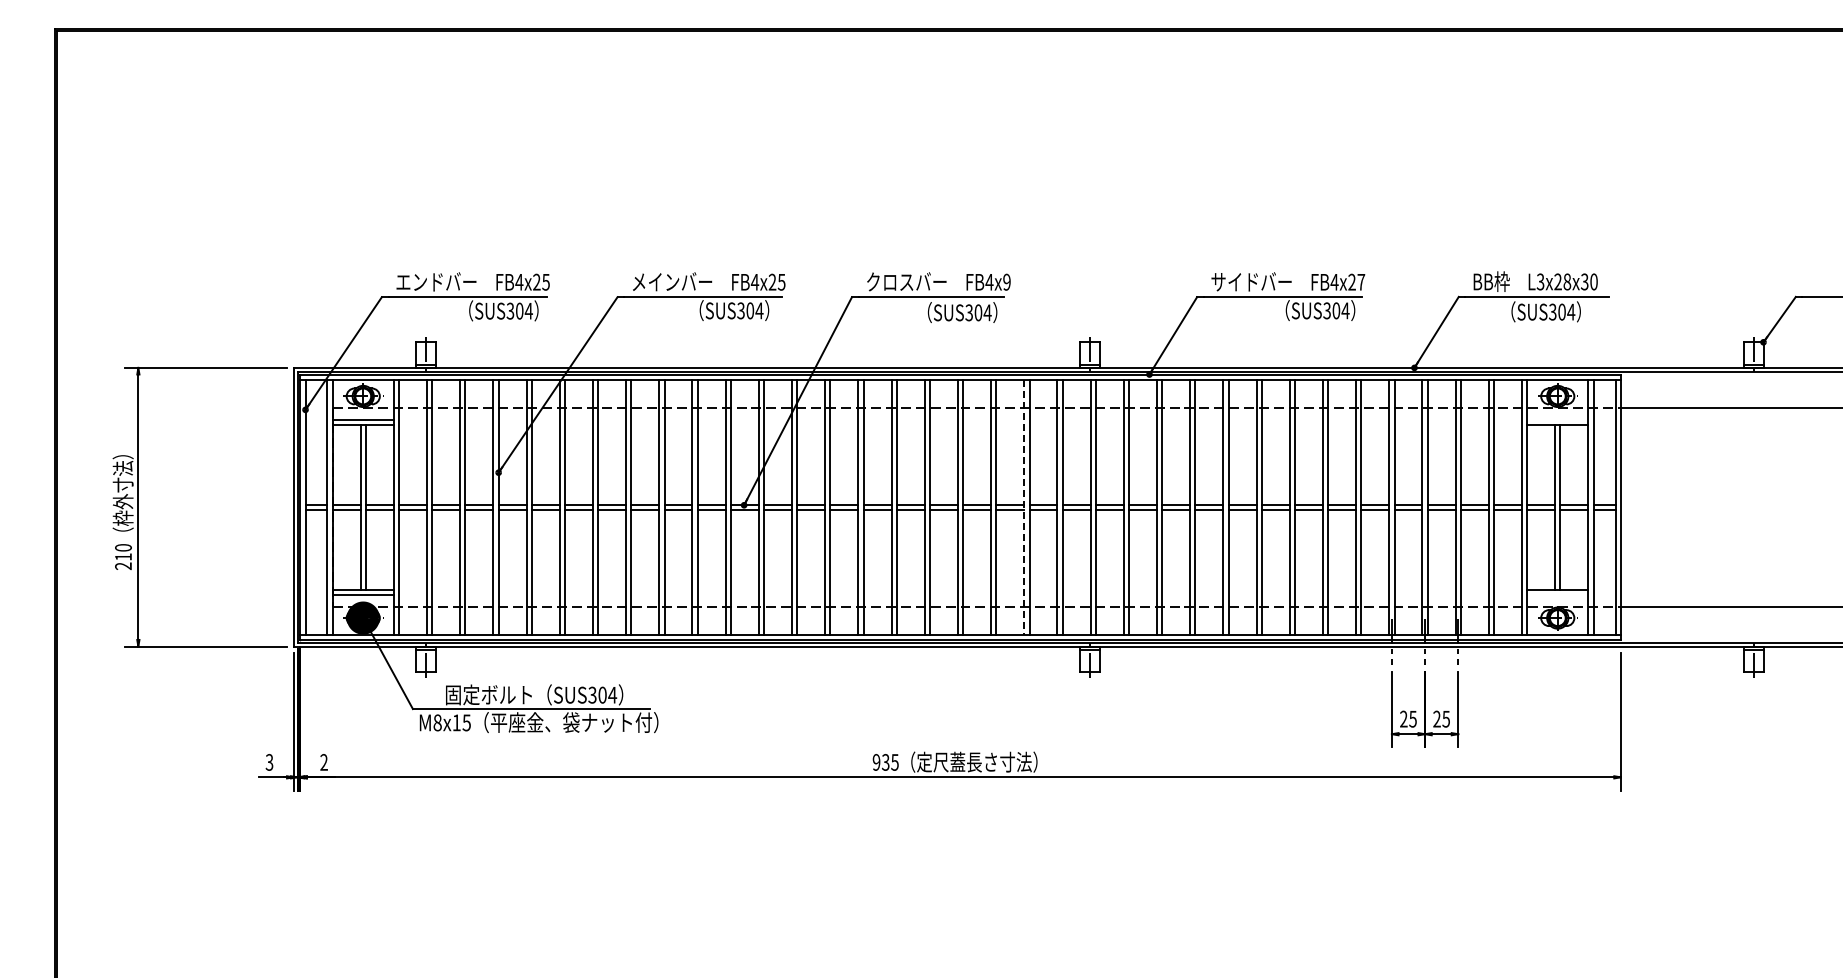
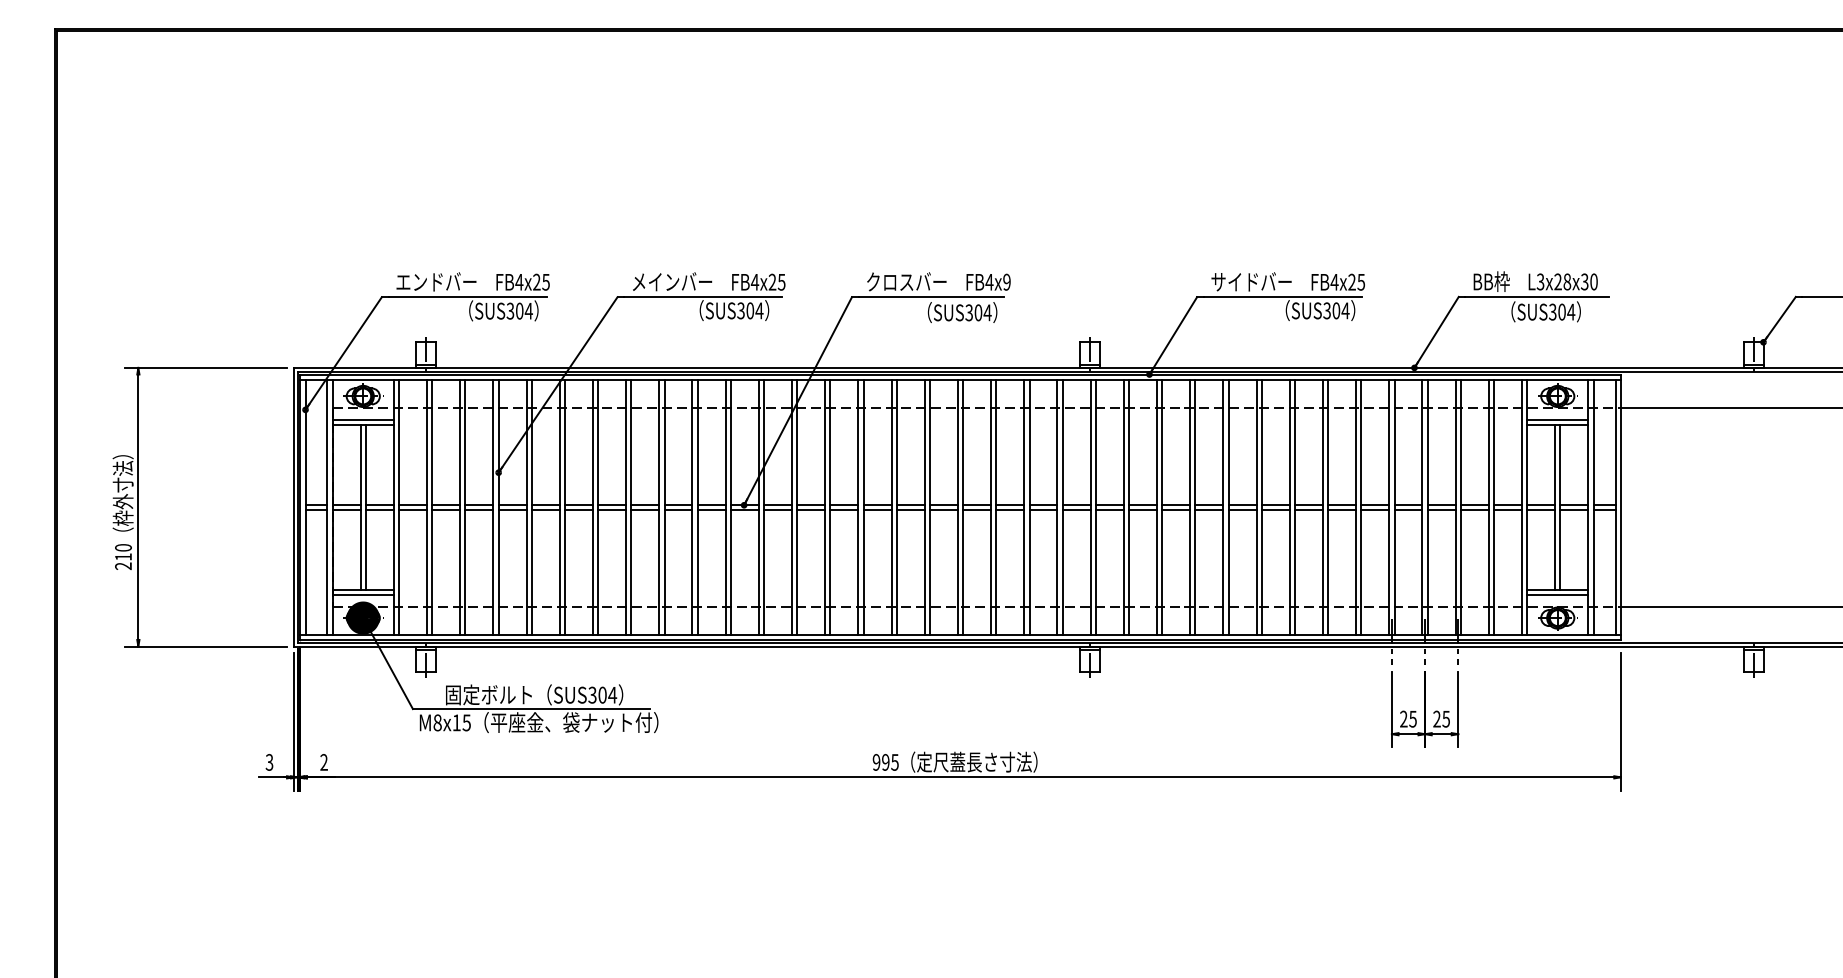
text at (1361, 282): FB4x27 -> FB4x25
line at (1557, 419): none -> present
line at (1024, 507): dashed -> solid
line at (1557, 594): none -> present
text at (885, 762): 935 -> 995
